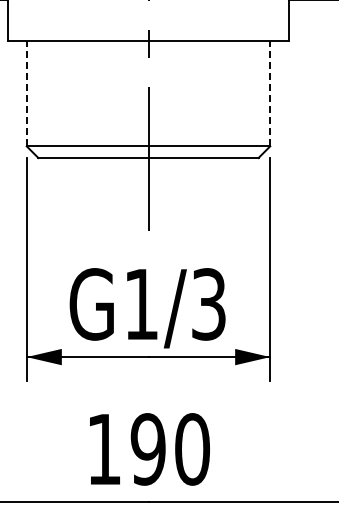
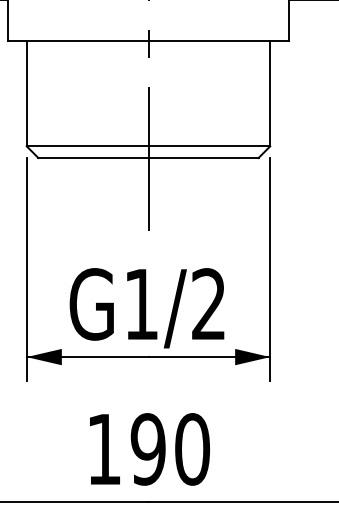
line at (26, 93): dashed -> solid
line at (270, 93): dashed -> solid
text at (208, 304): G1/3 -> G1/2
